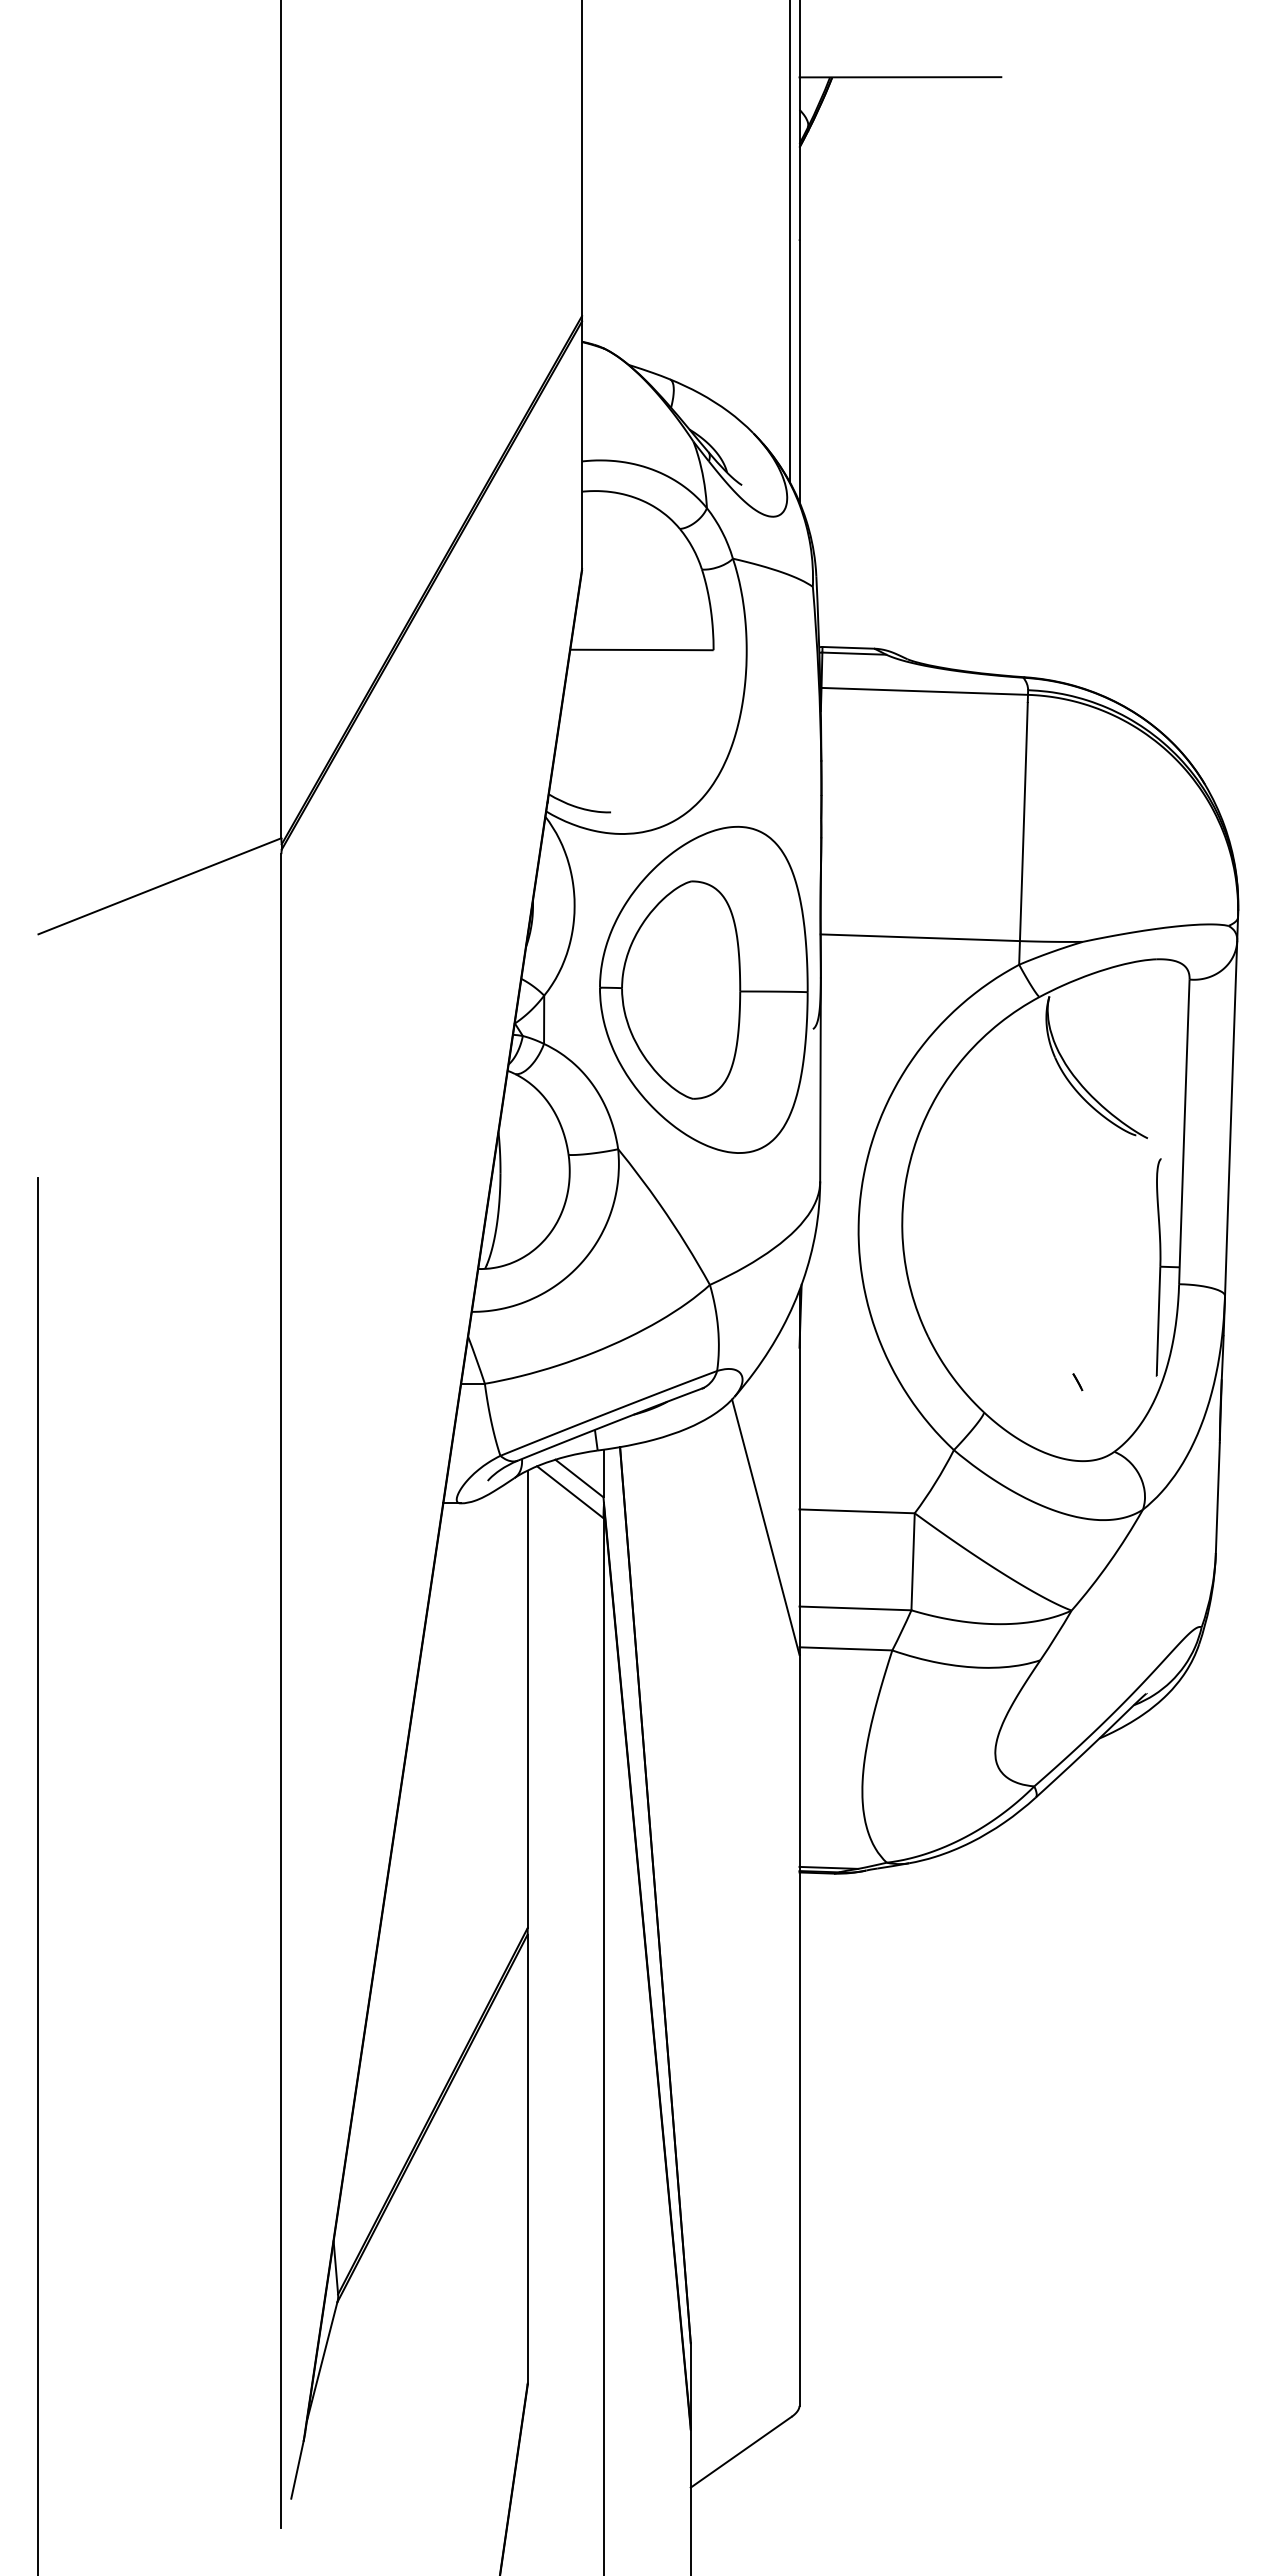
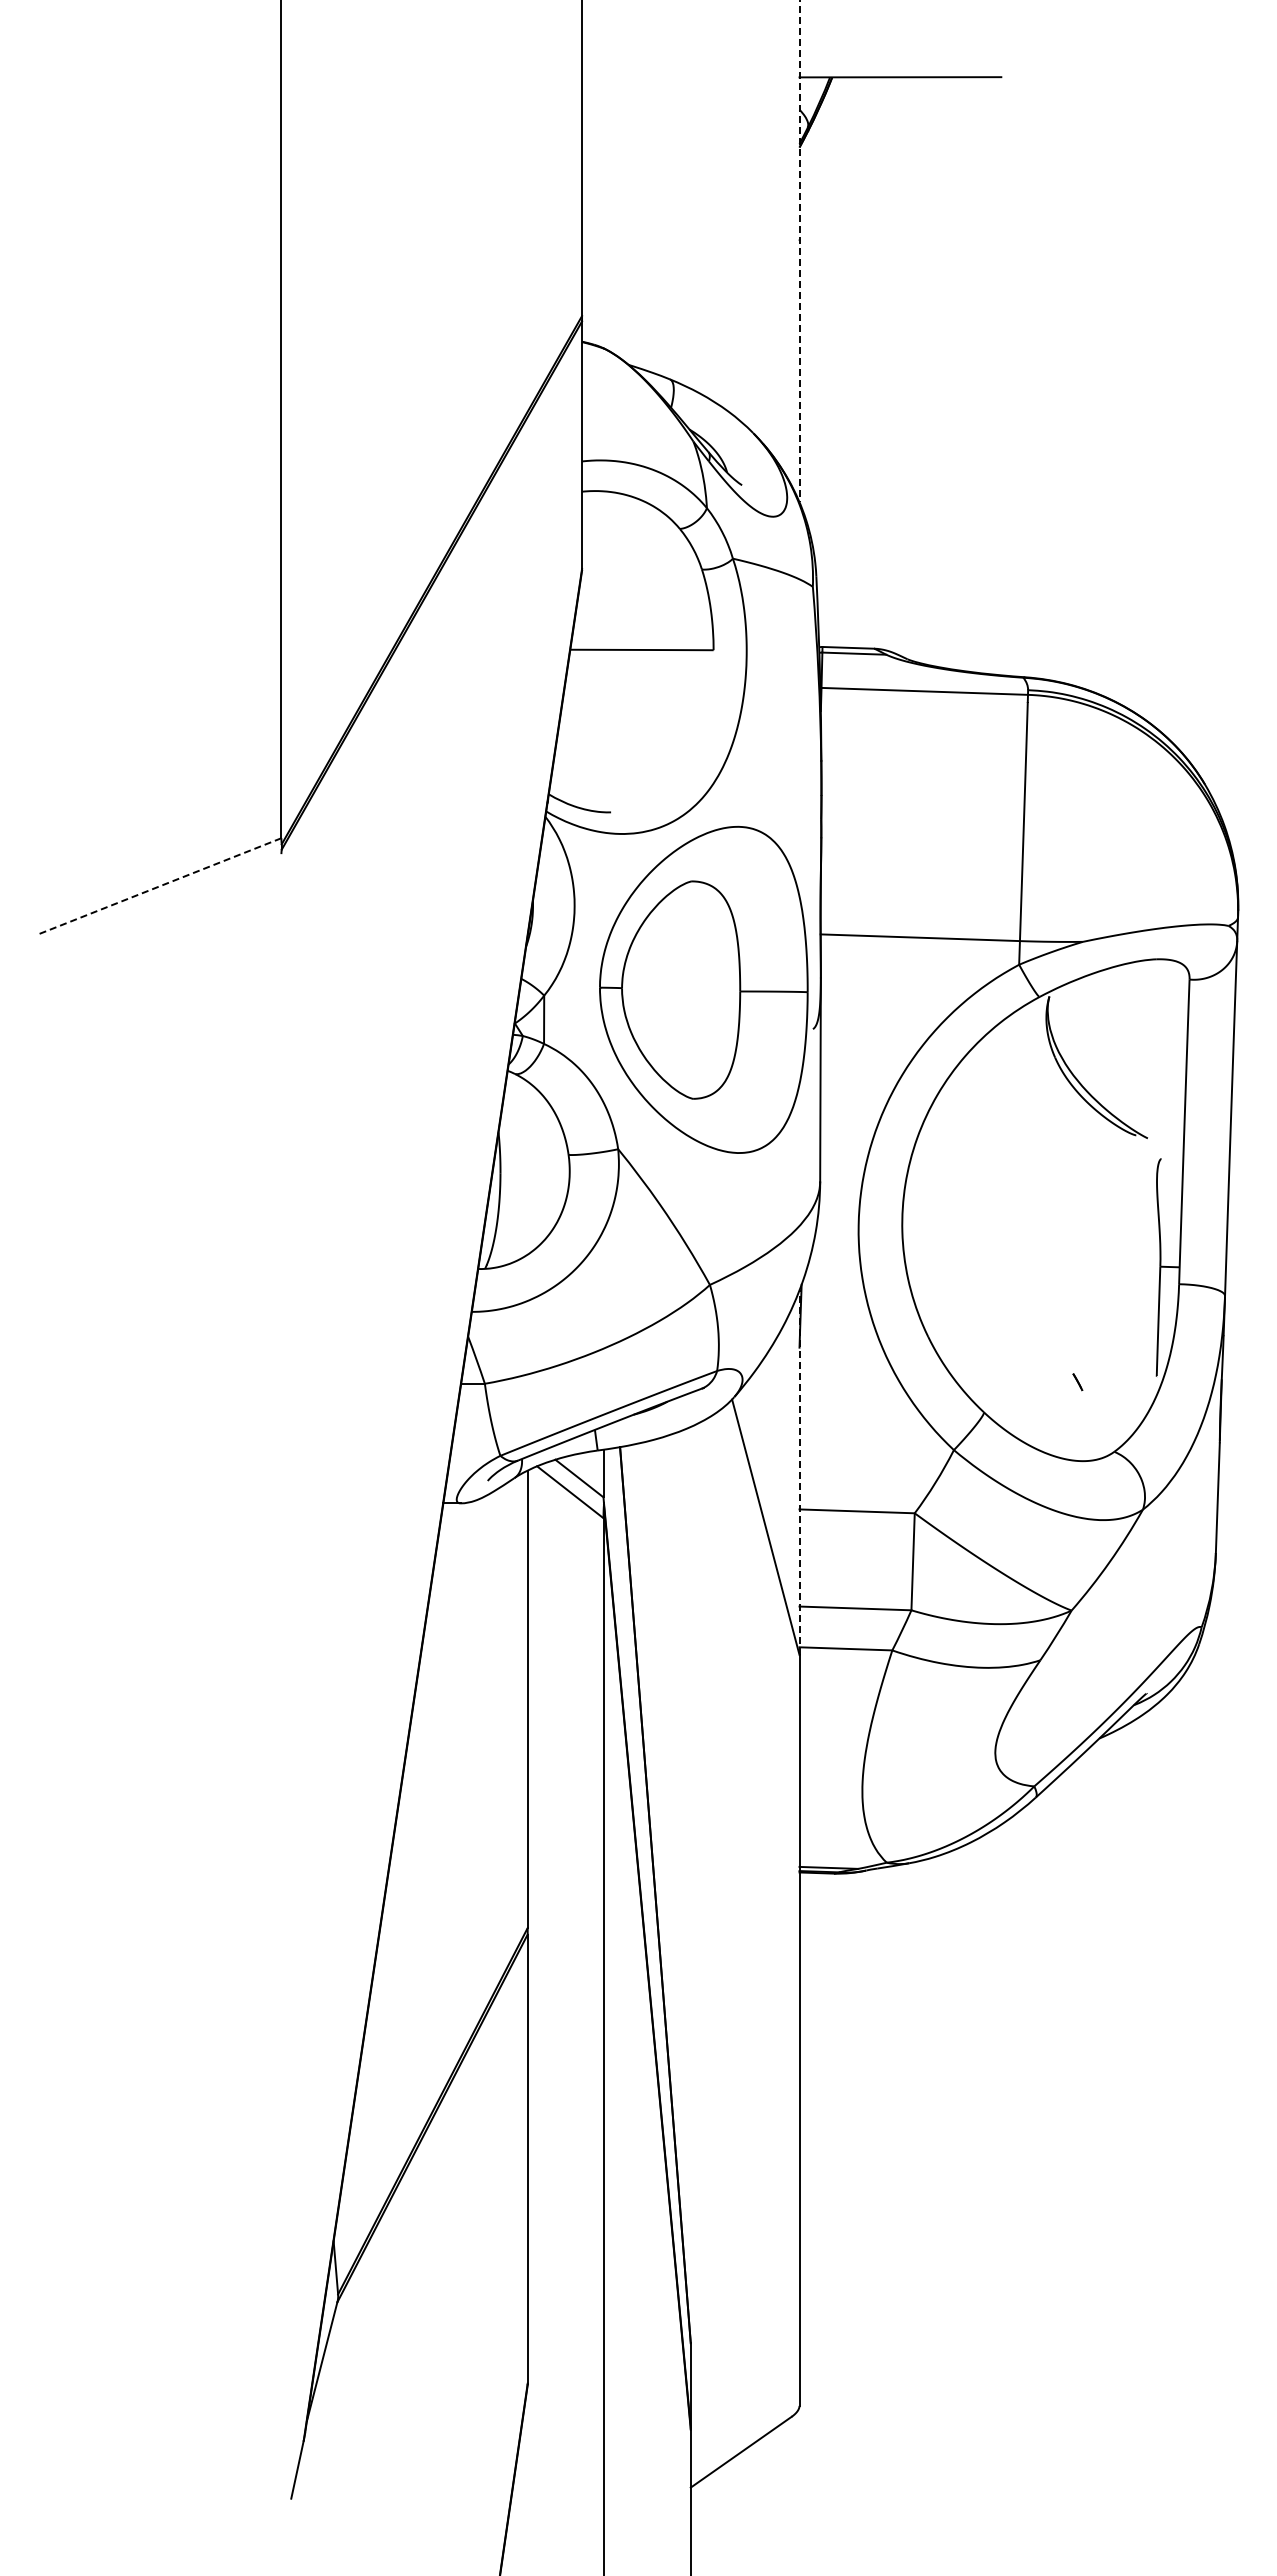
line at (790, 242): present -> none
line at (799, 251): solid -> dashed
line at (159, 886): solid -> dashed
line at (799, 1472): solid -> dashed
line at (281, 1691): present -> none
line at (38, 1874): present -> none
